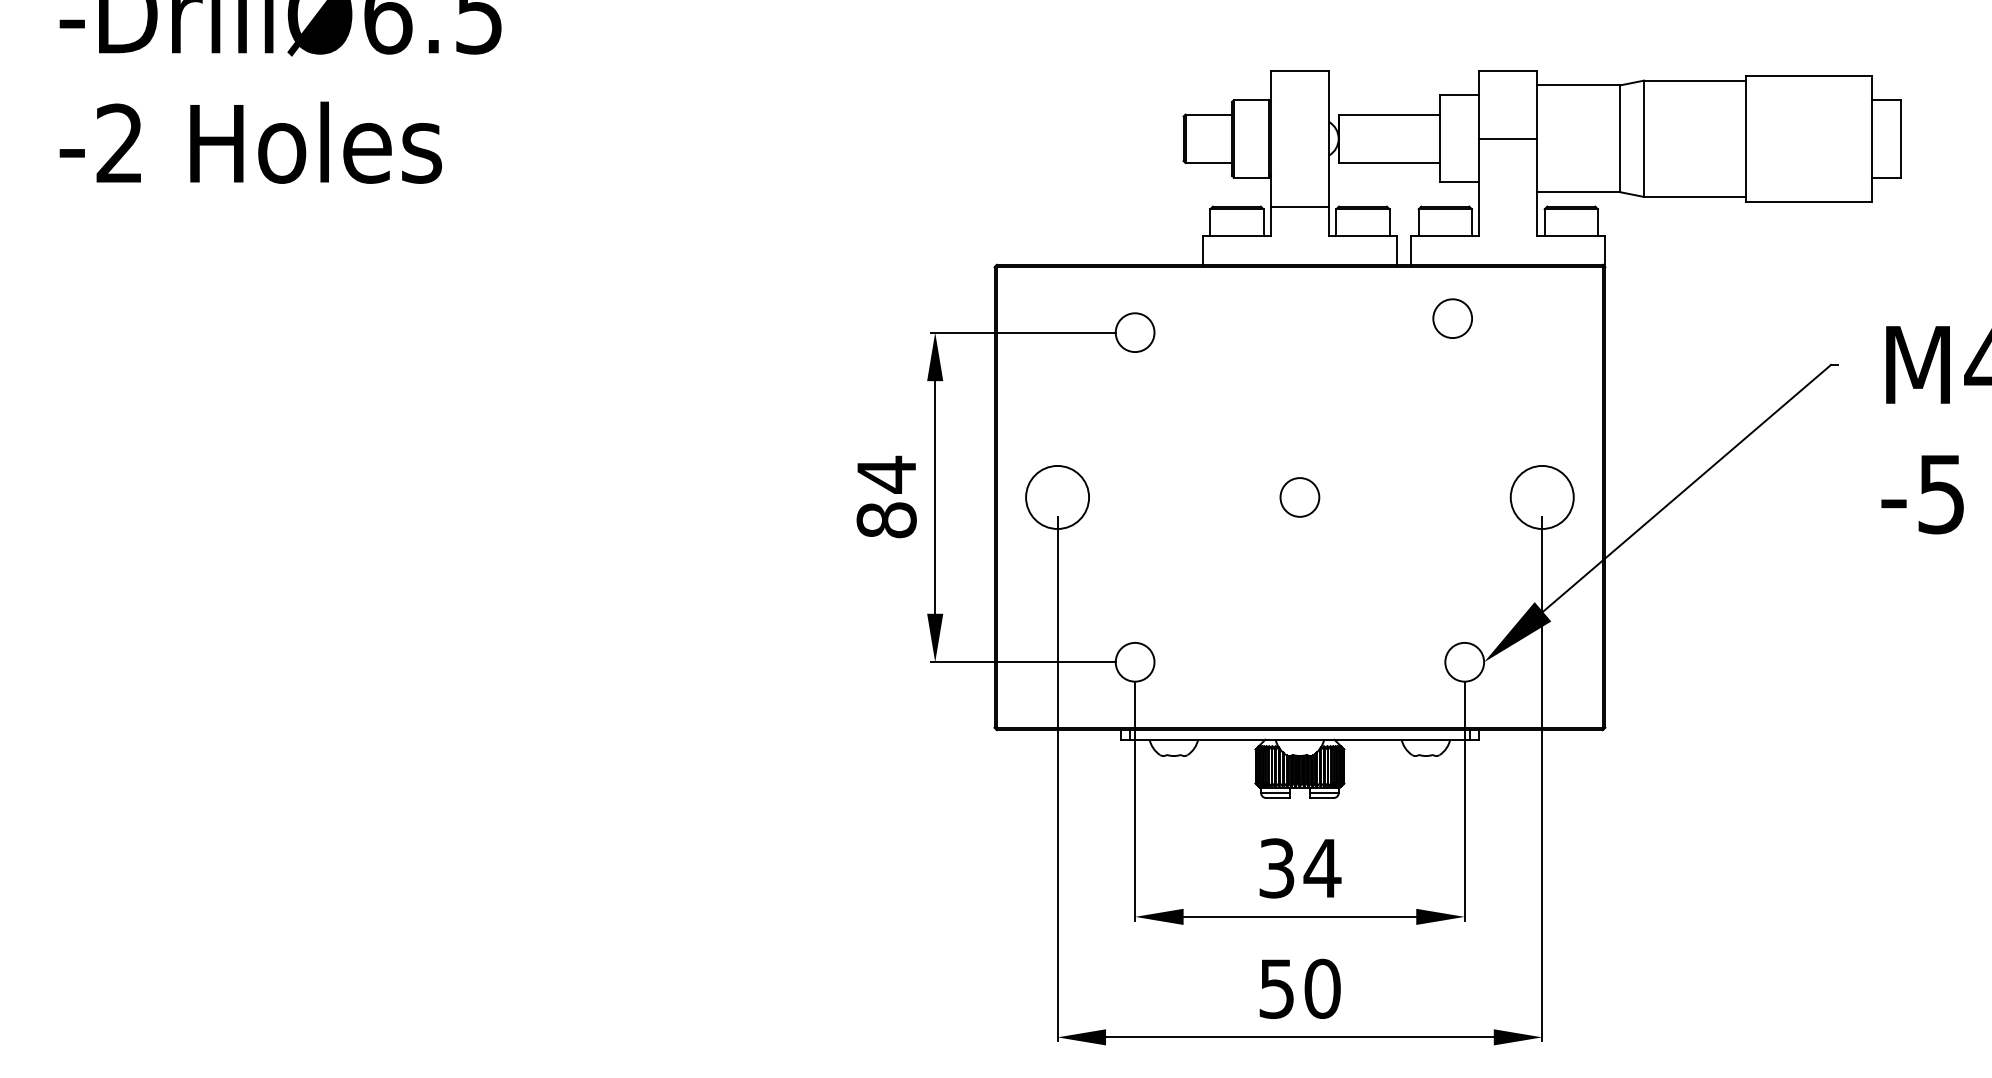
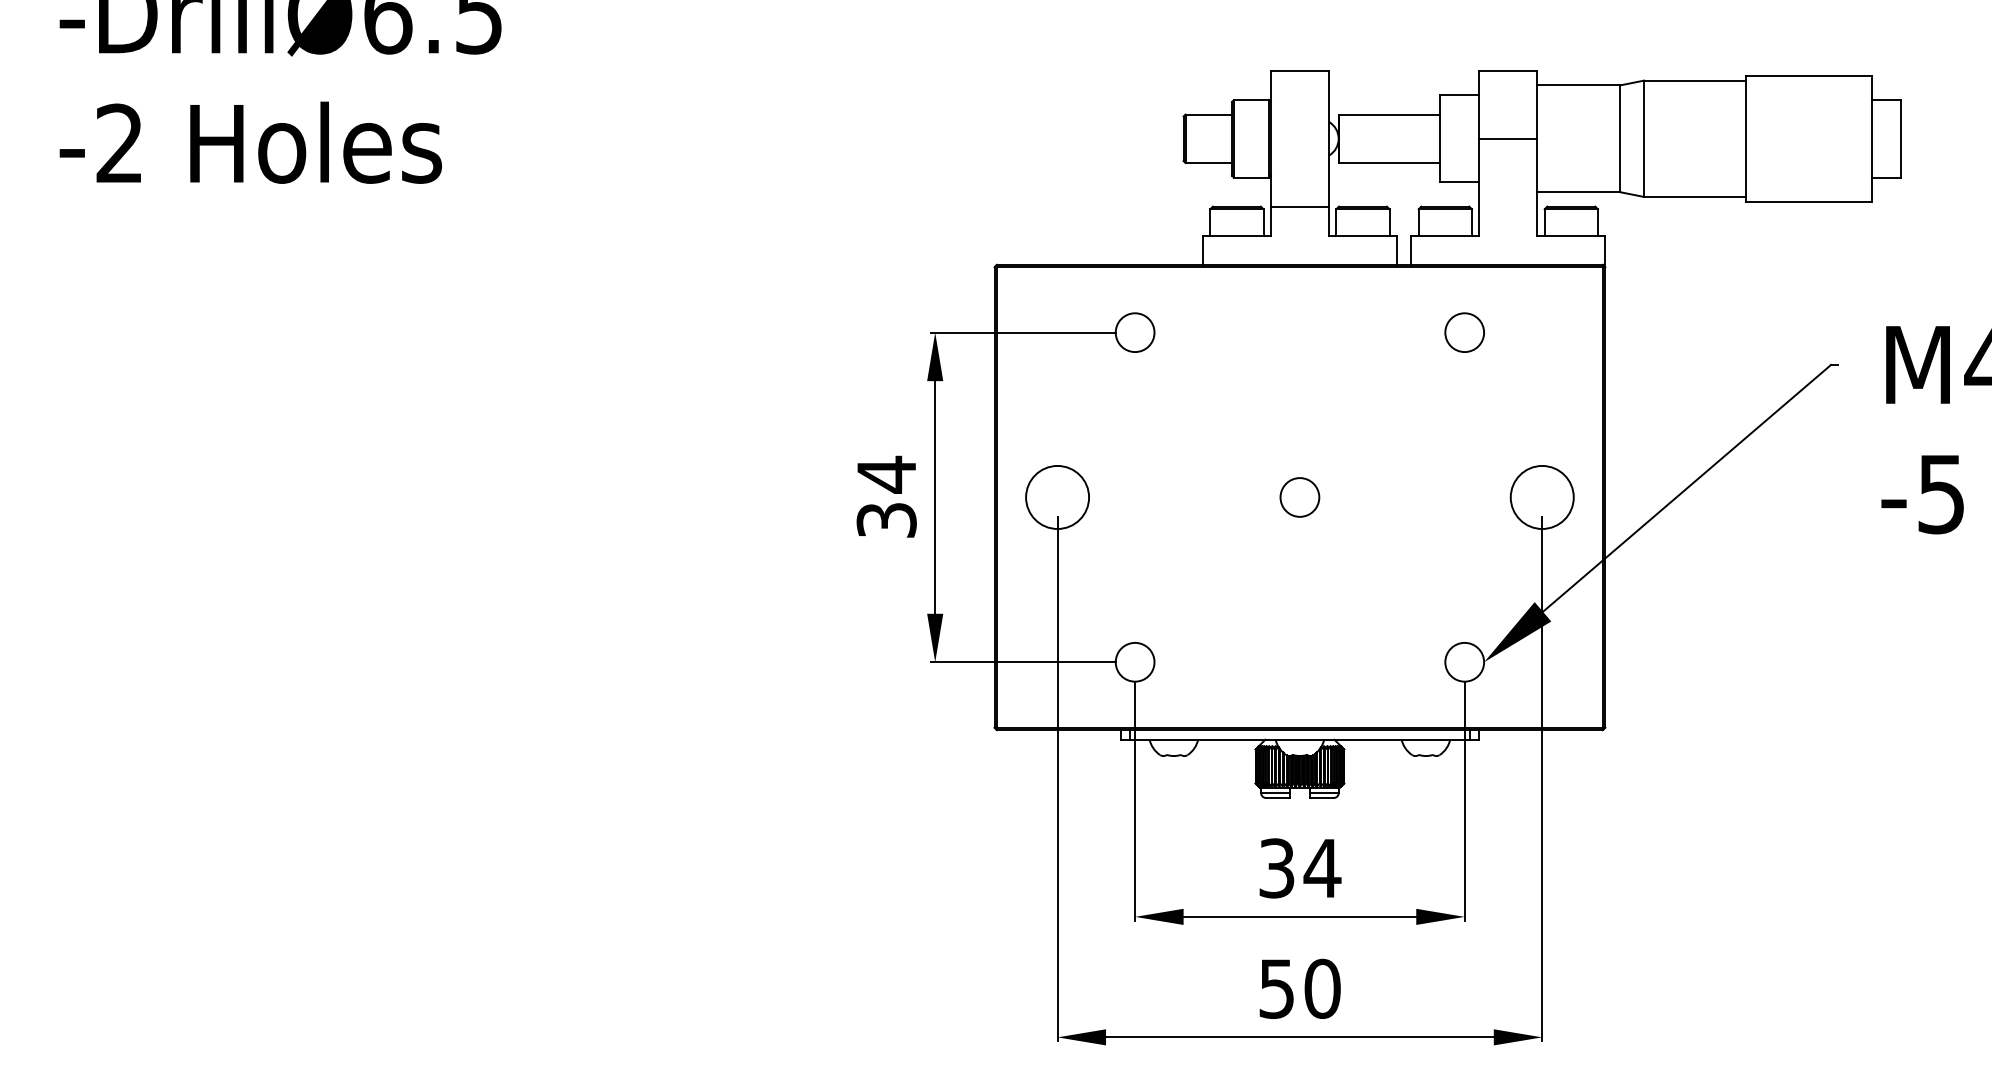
circle at (1452, 318) position: (1452, 318) -> (1464, 332)
text at (886, 520): 84 -> 34
